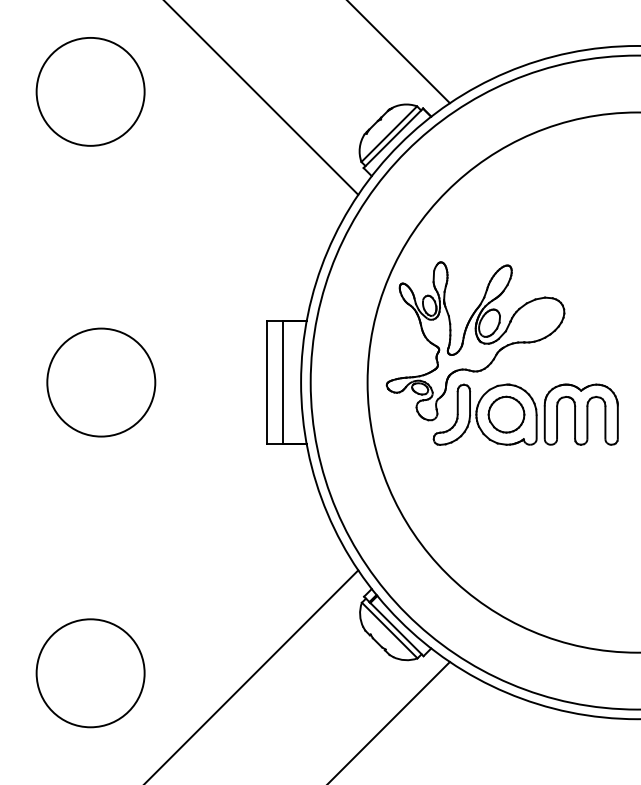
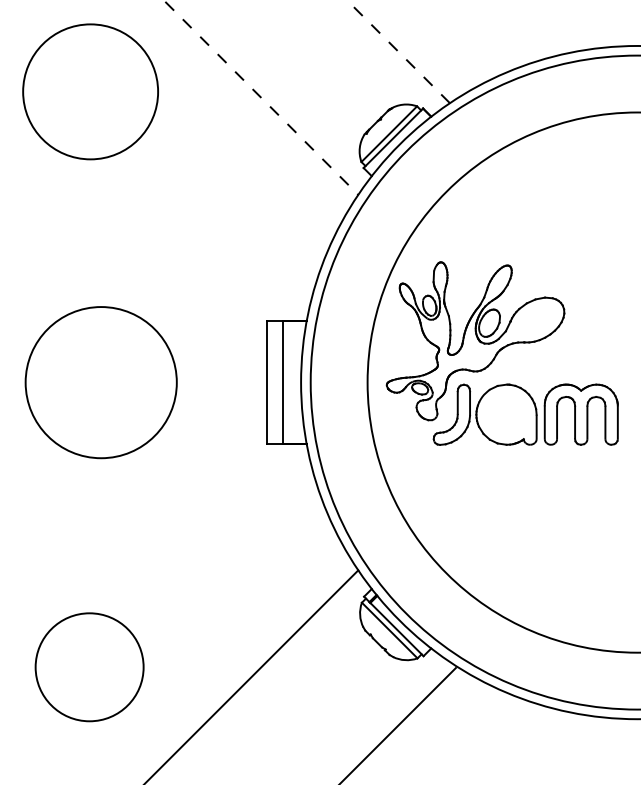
line at (398, 51): solid -> dashed
circle at (90, 91) diameter: 108 px -> 135 px
line at (261, 98): solid -> dashed
circle at (101, 382) size: 111x111 px -> 154x154 px
part at (506, 414): present -> none
circle at (90, 673) position: (90, 673) -> (89, 667)
line at (389, 721) position: (389, 721) -> (398, 724)
